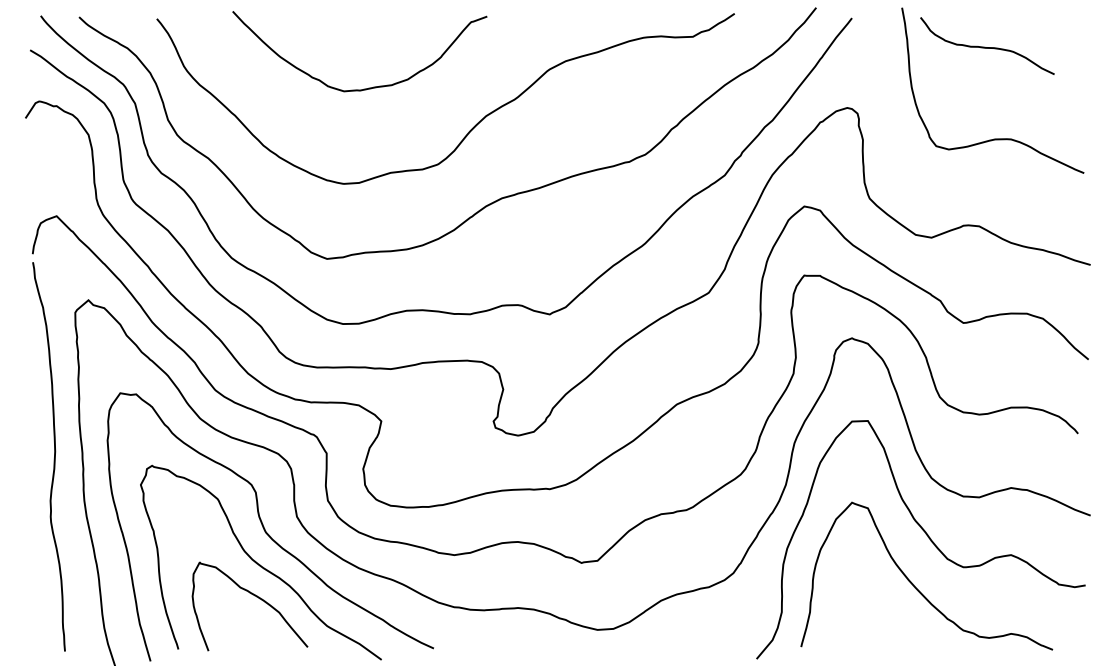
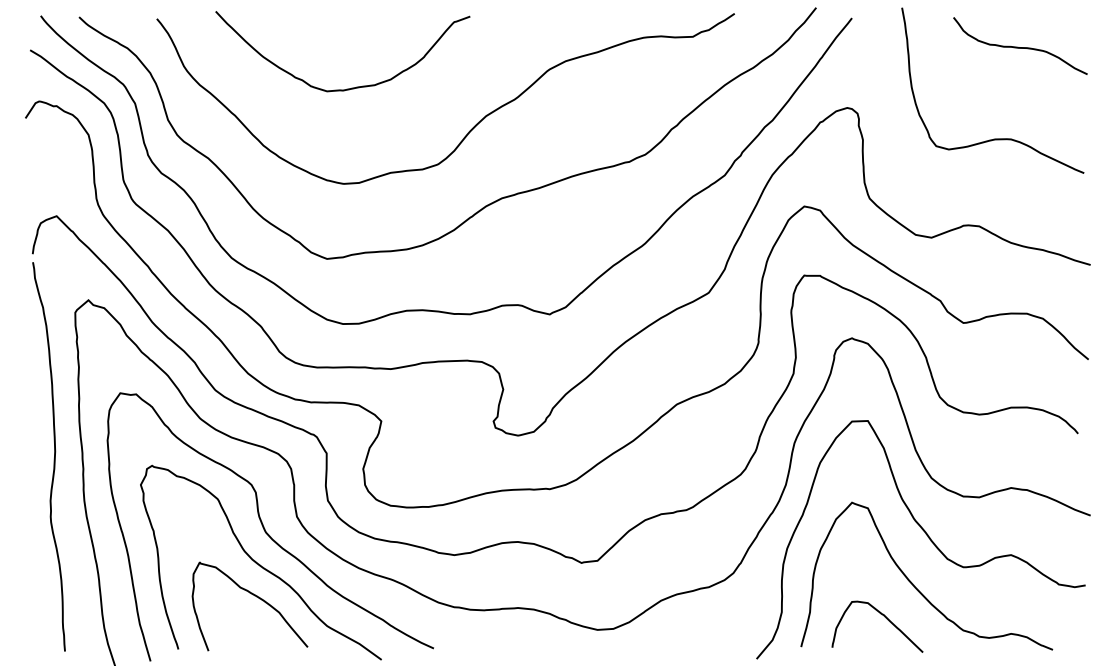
curve at (987, 47) position: (987, 47) -> (1020, 47)
curve at (368, 87) position: (368, 87) -> (351, 87)
curve at (885, 618): none -> present
